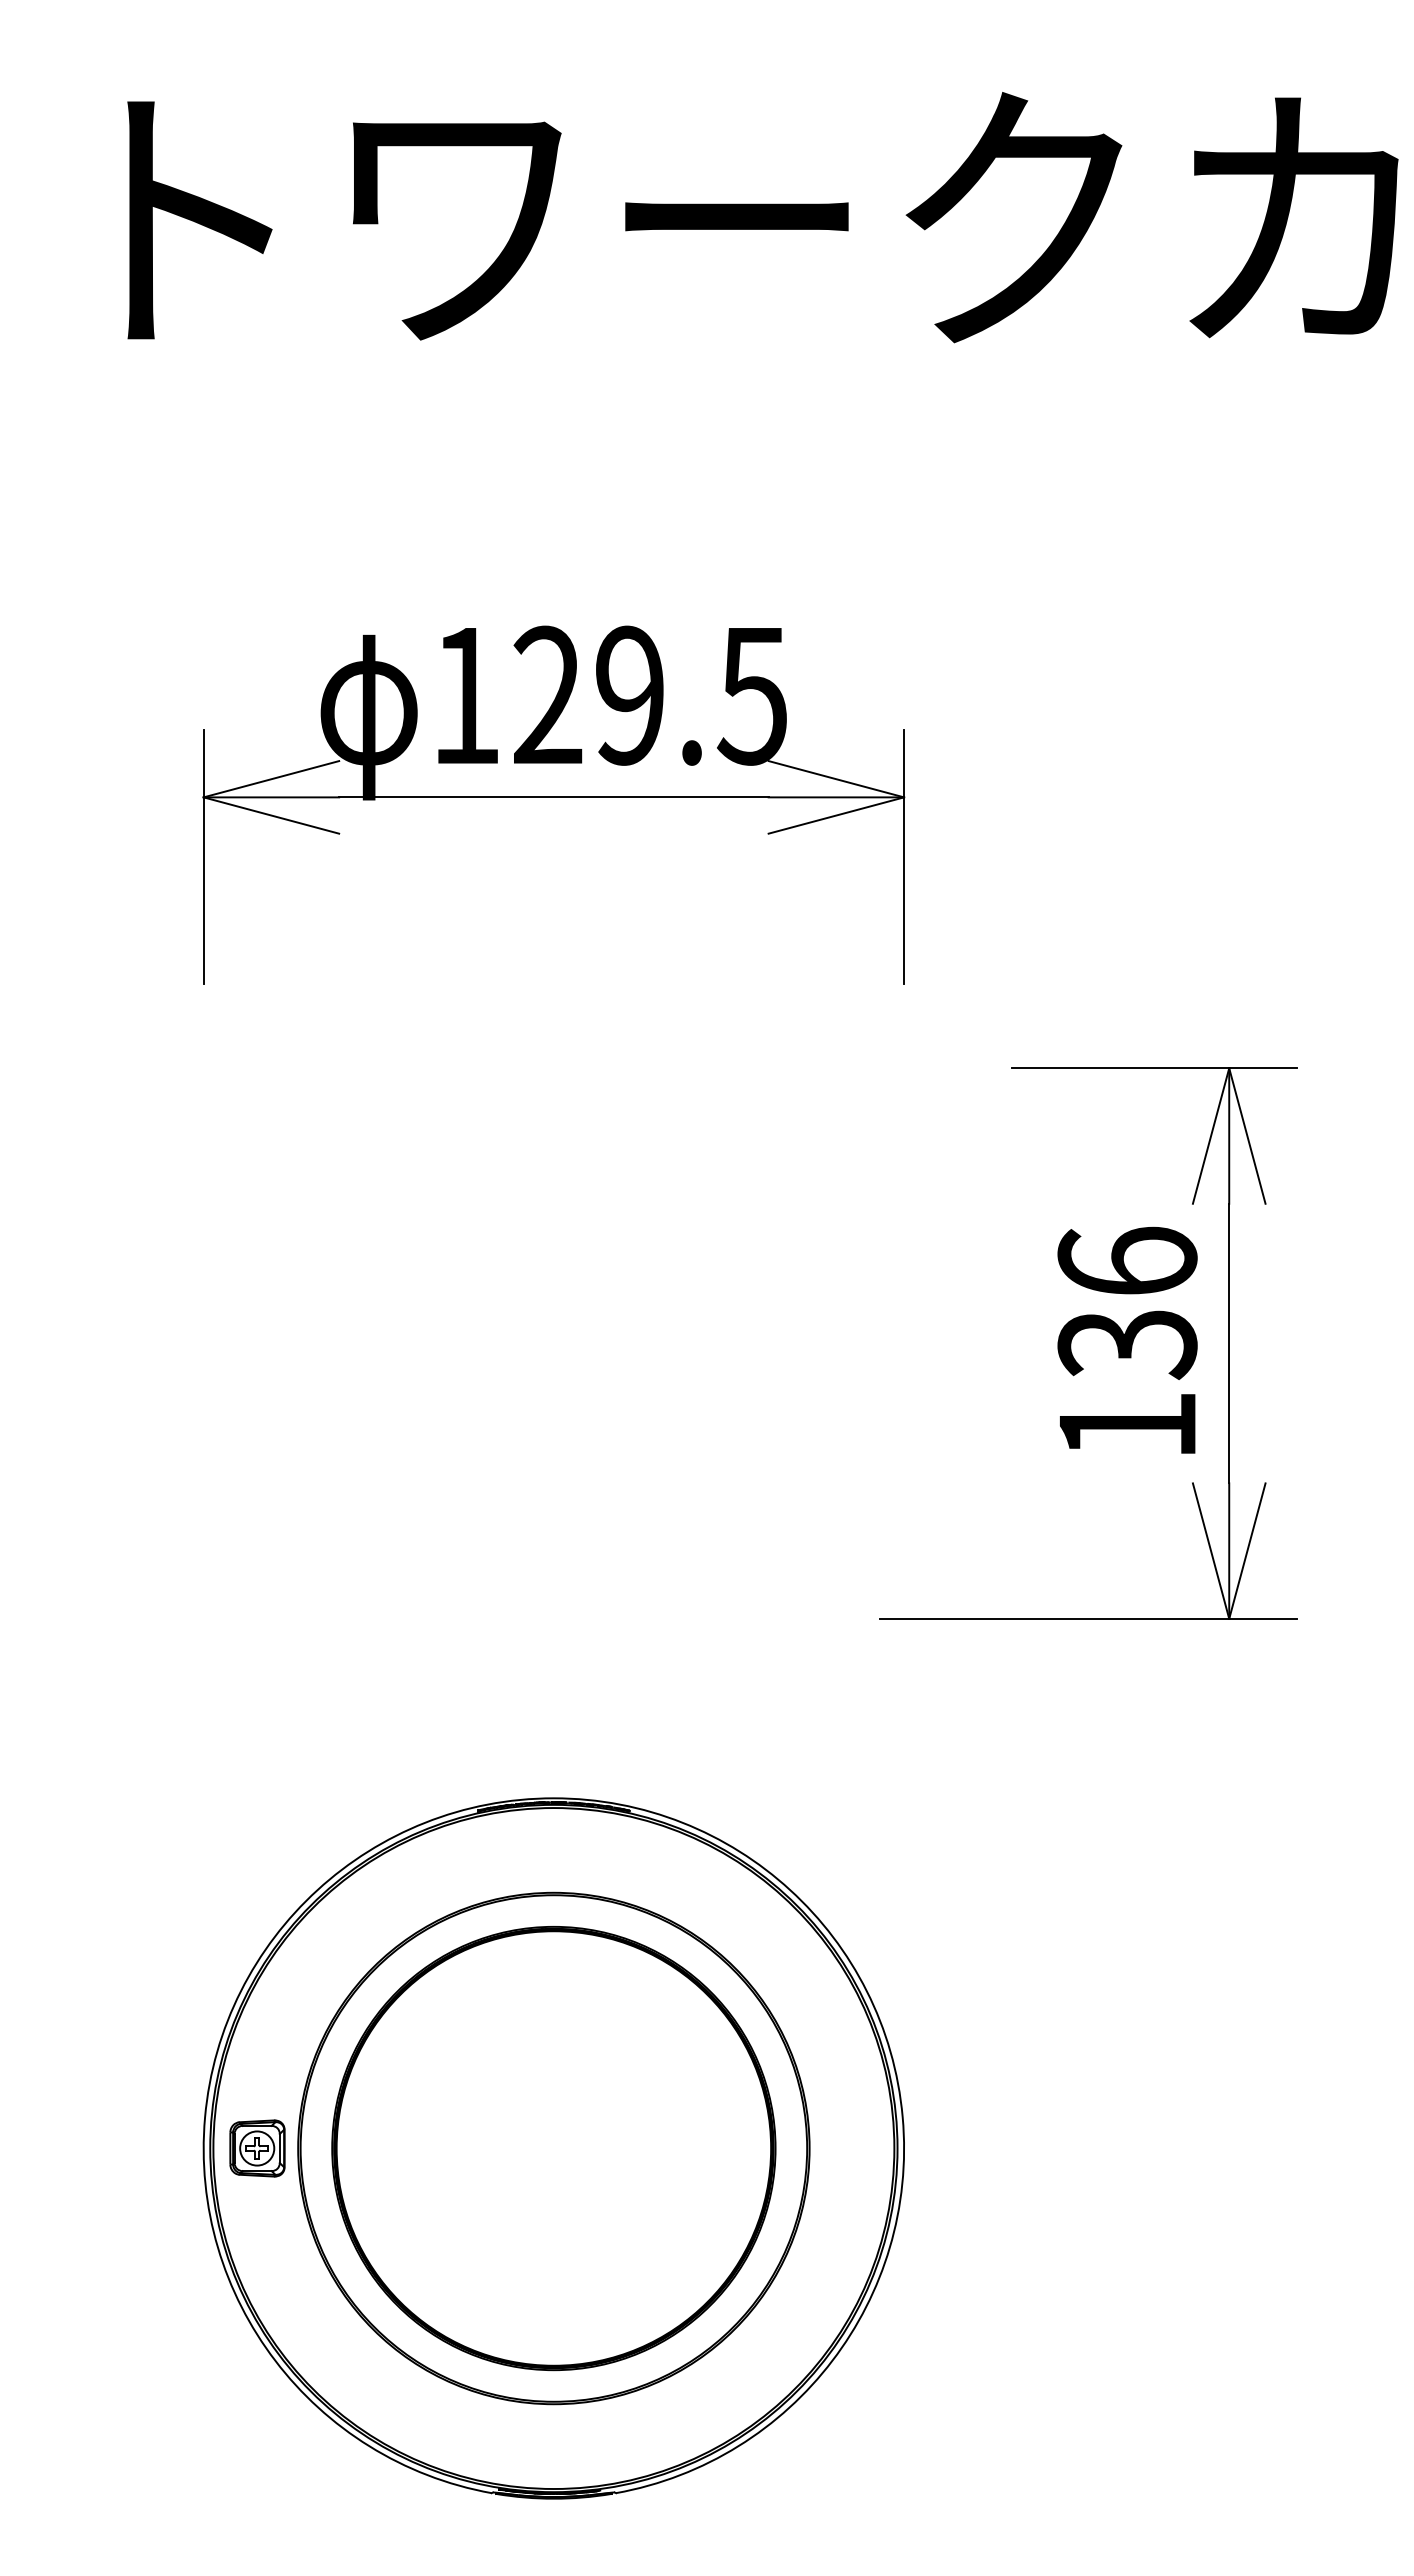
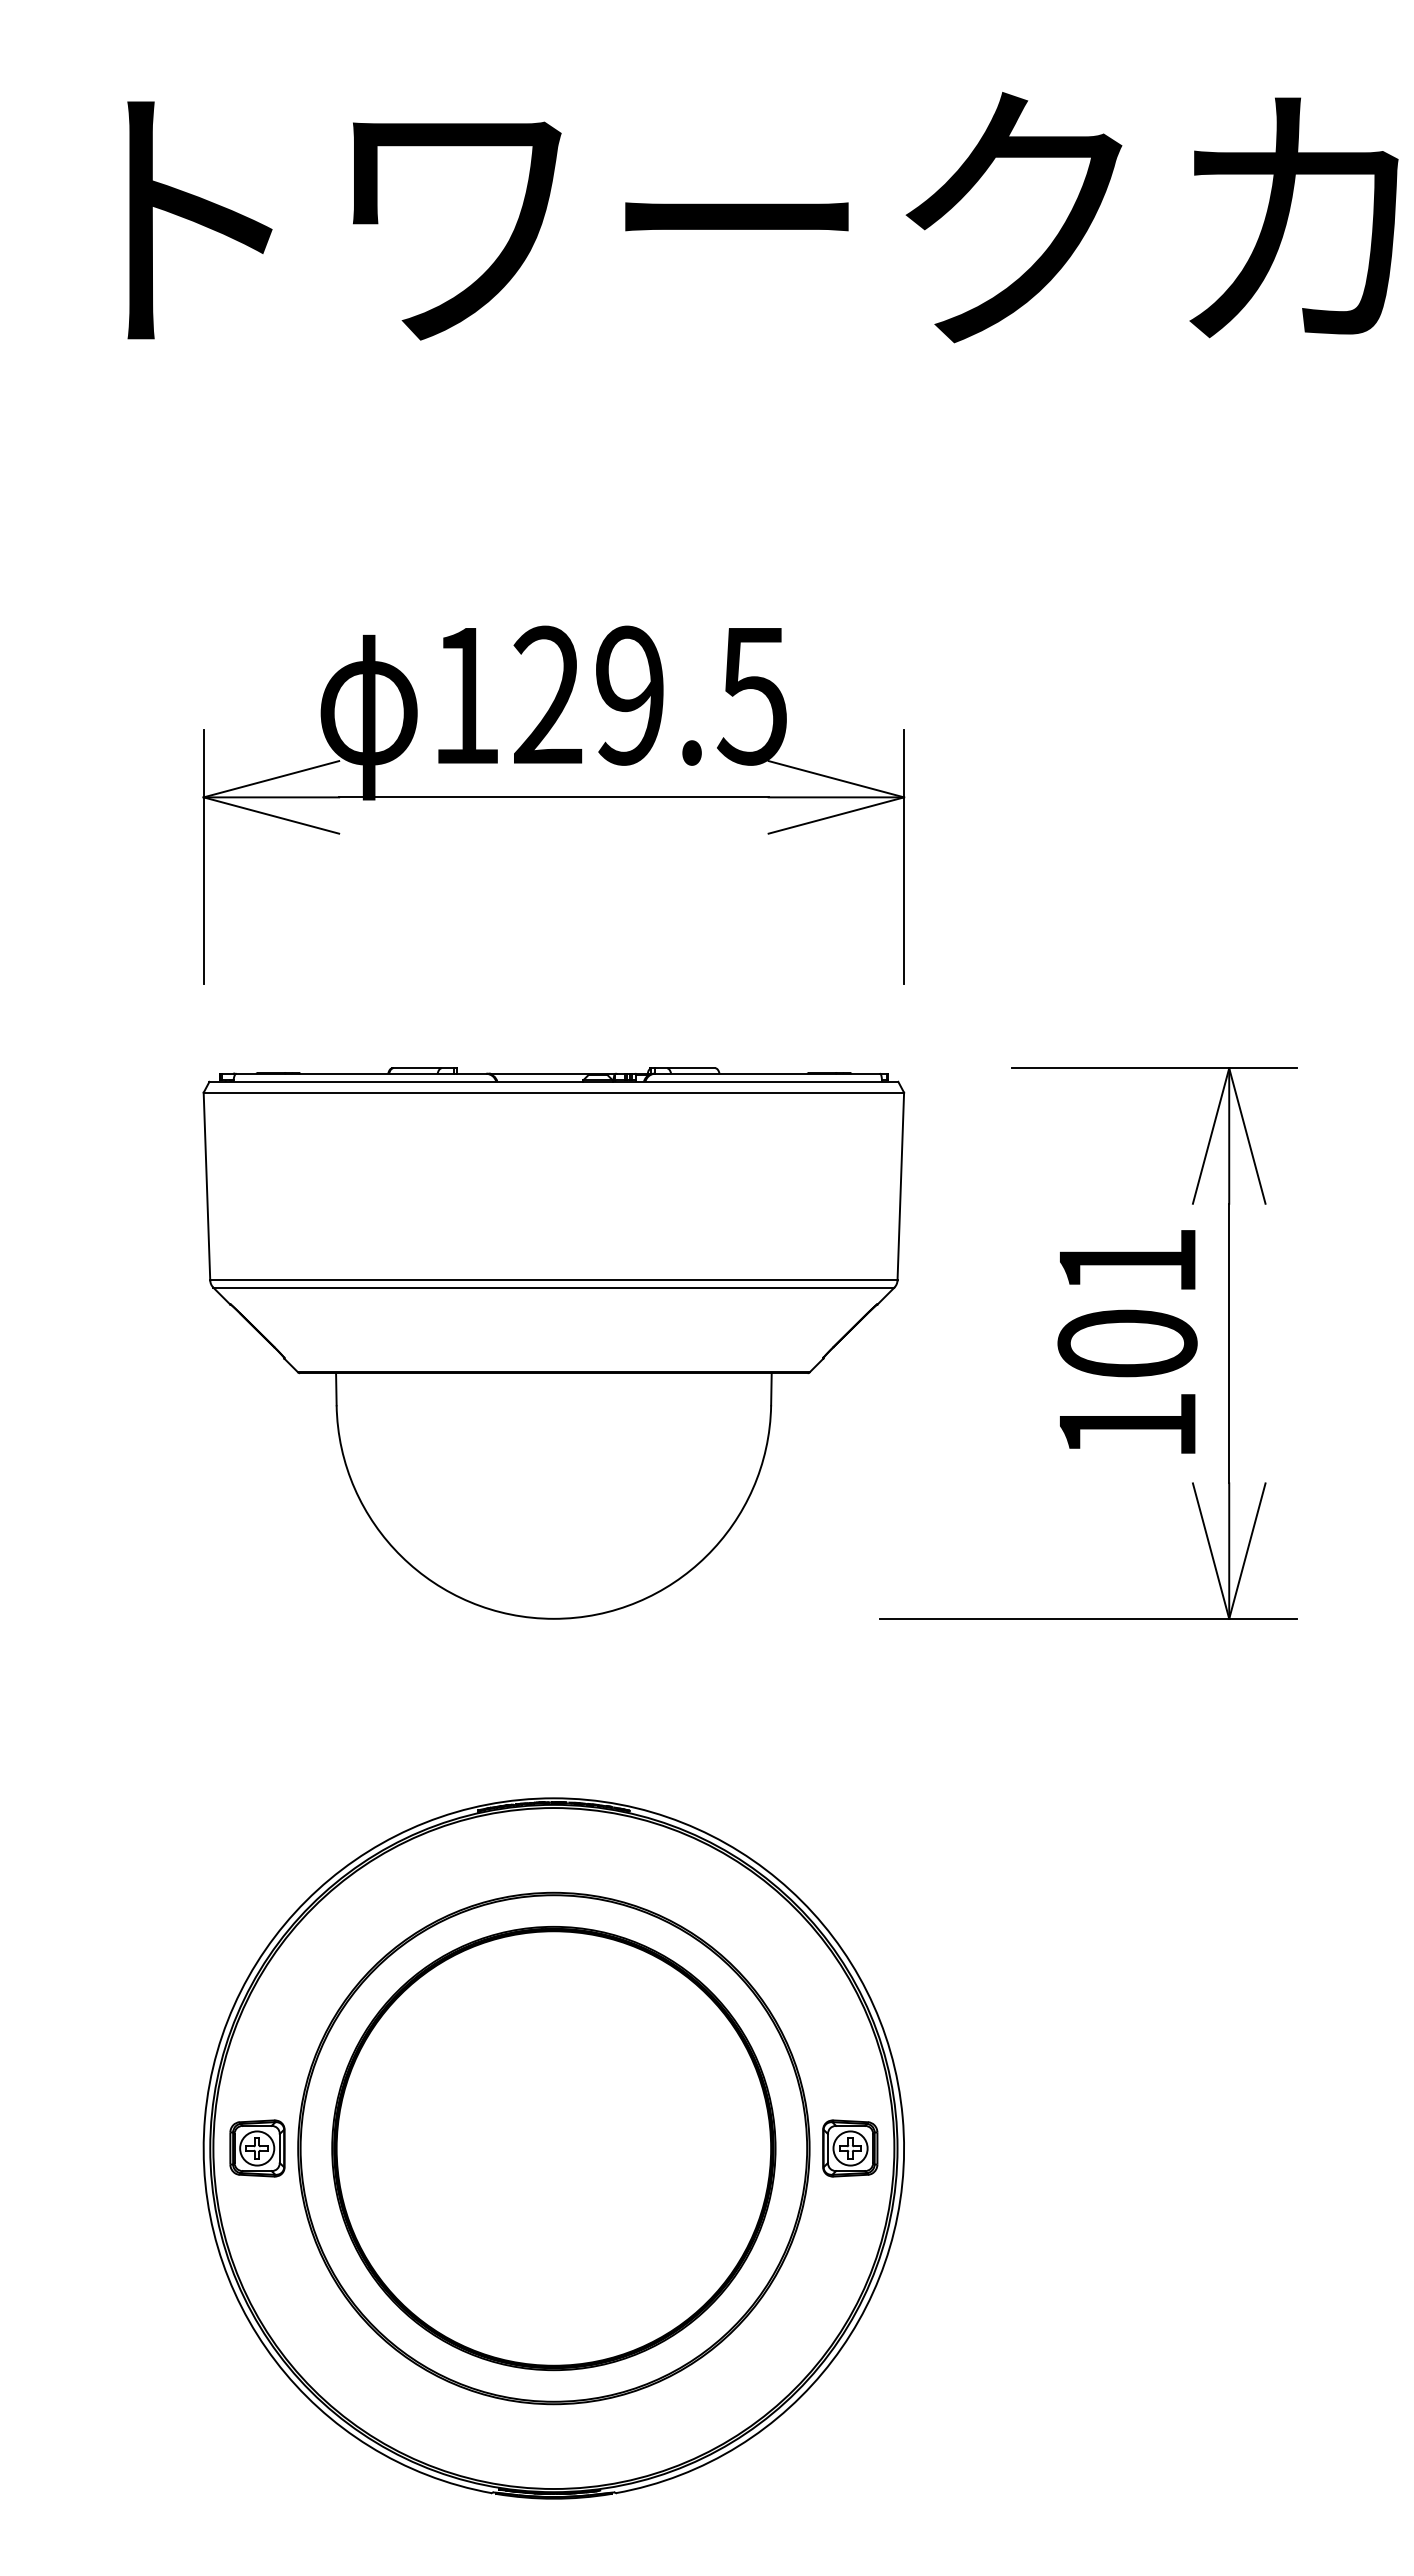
text at (1127, 1303): 136 -> 101
part at (553, 1343): none -> present
part at (850, 2148): none -> present
